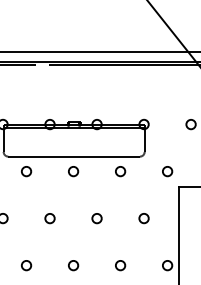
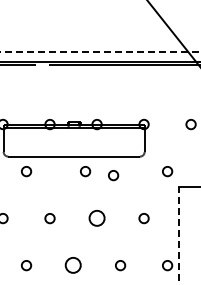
line at (100, 51): solid -> dashed
circle at (73, 171) position: (73, 171) -> (85, 171)
circle at (120, 171) position: (120, 171) -> (113, 175)
circle at (96, 218) size: 12x12 px -> 18x17 px
line at (179, 235): solid -> dashed
circle at (73, 265) size: 12x12 px -> 18x17 px
